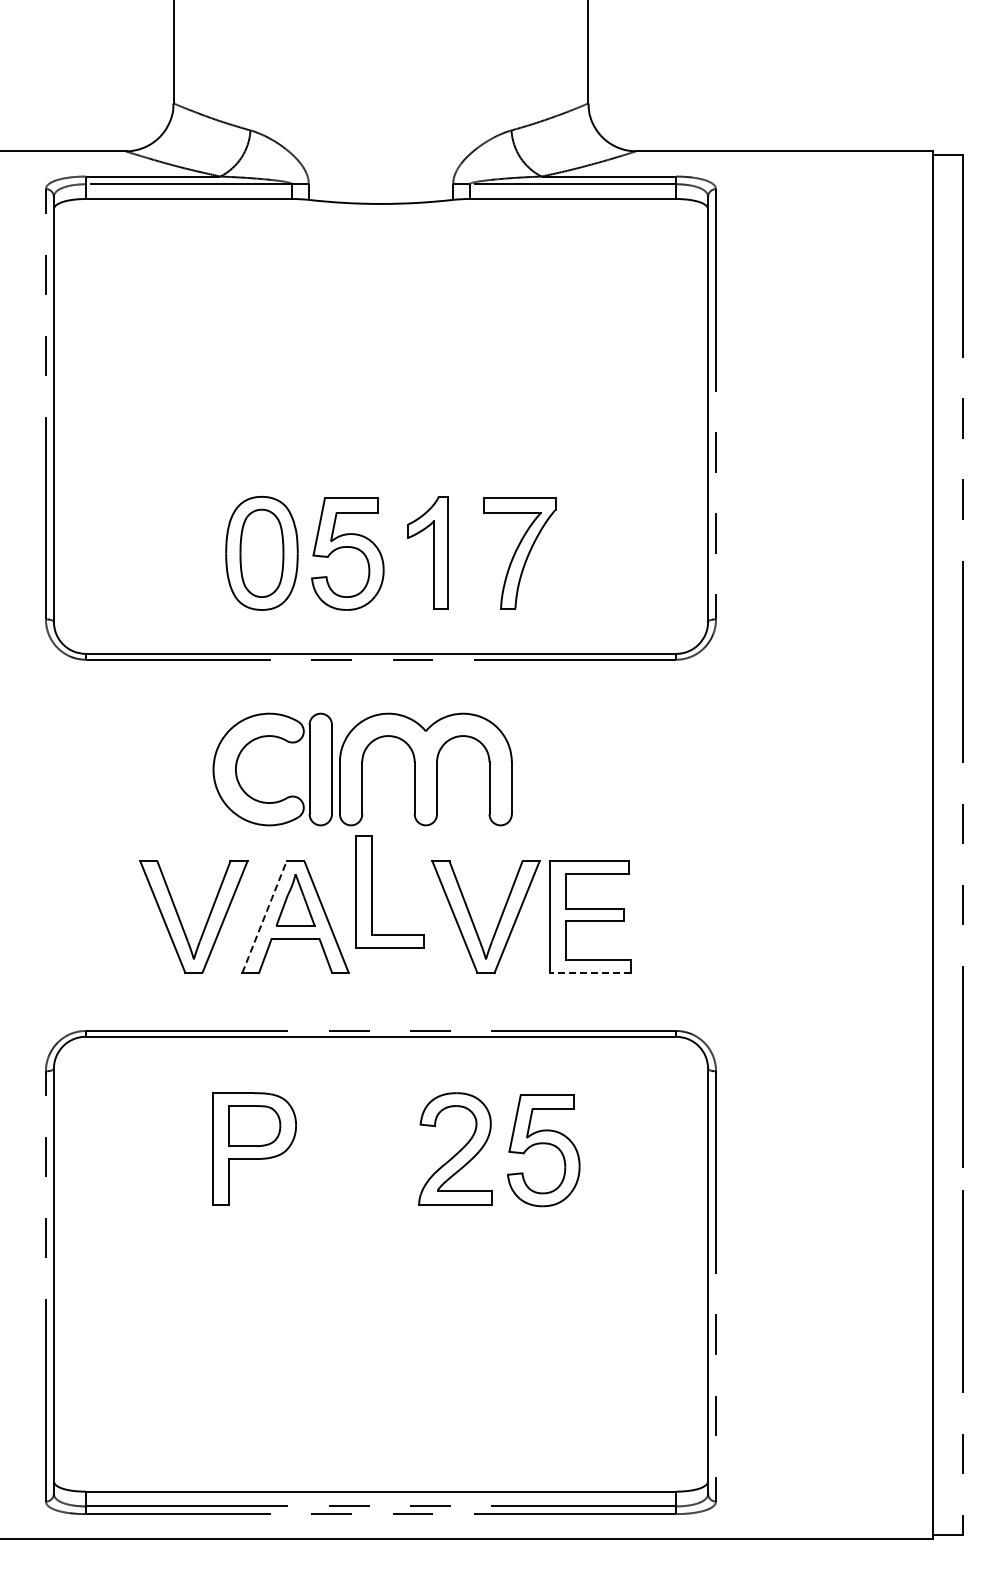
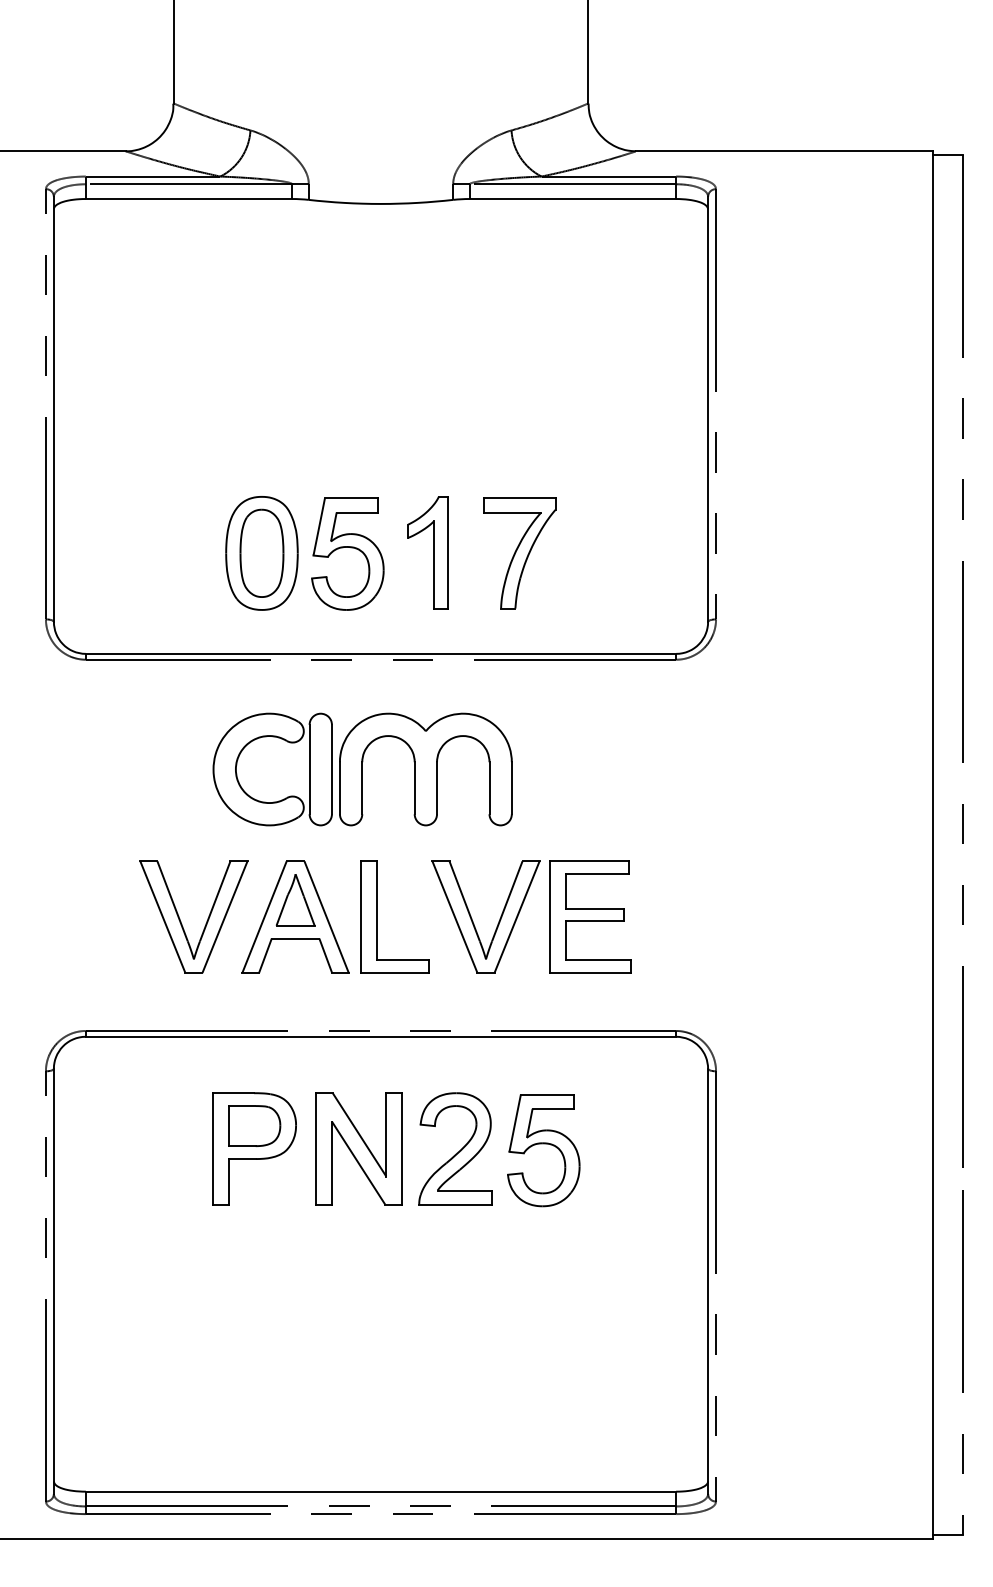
part at (372, 891) position: (372, 891) -> (377, 916)
line at (264, 916): dashed -> solid
line at (590, 972): dashed -> solid
part at (358, 1148): none -> present
